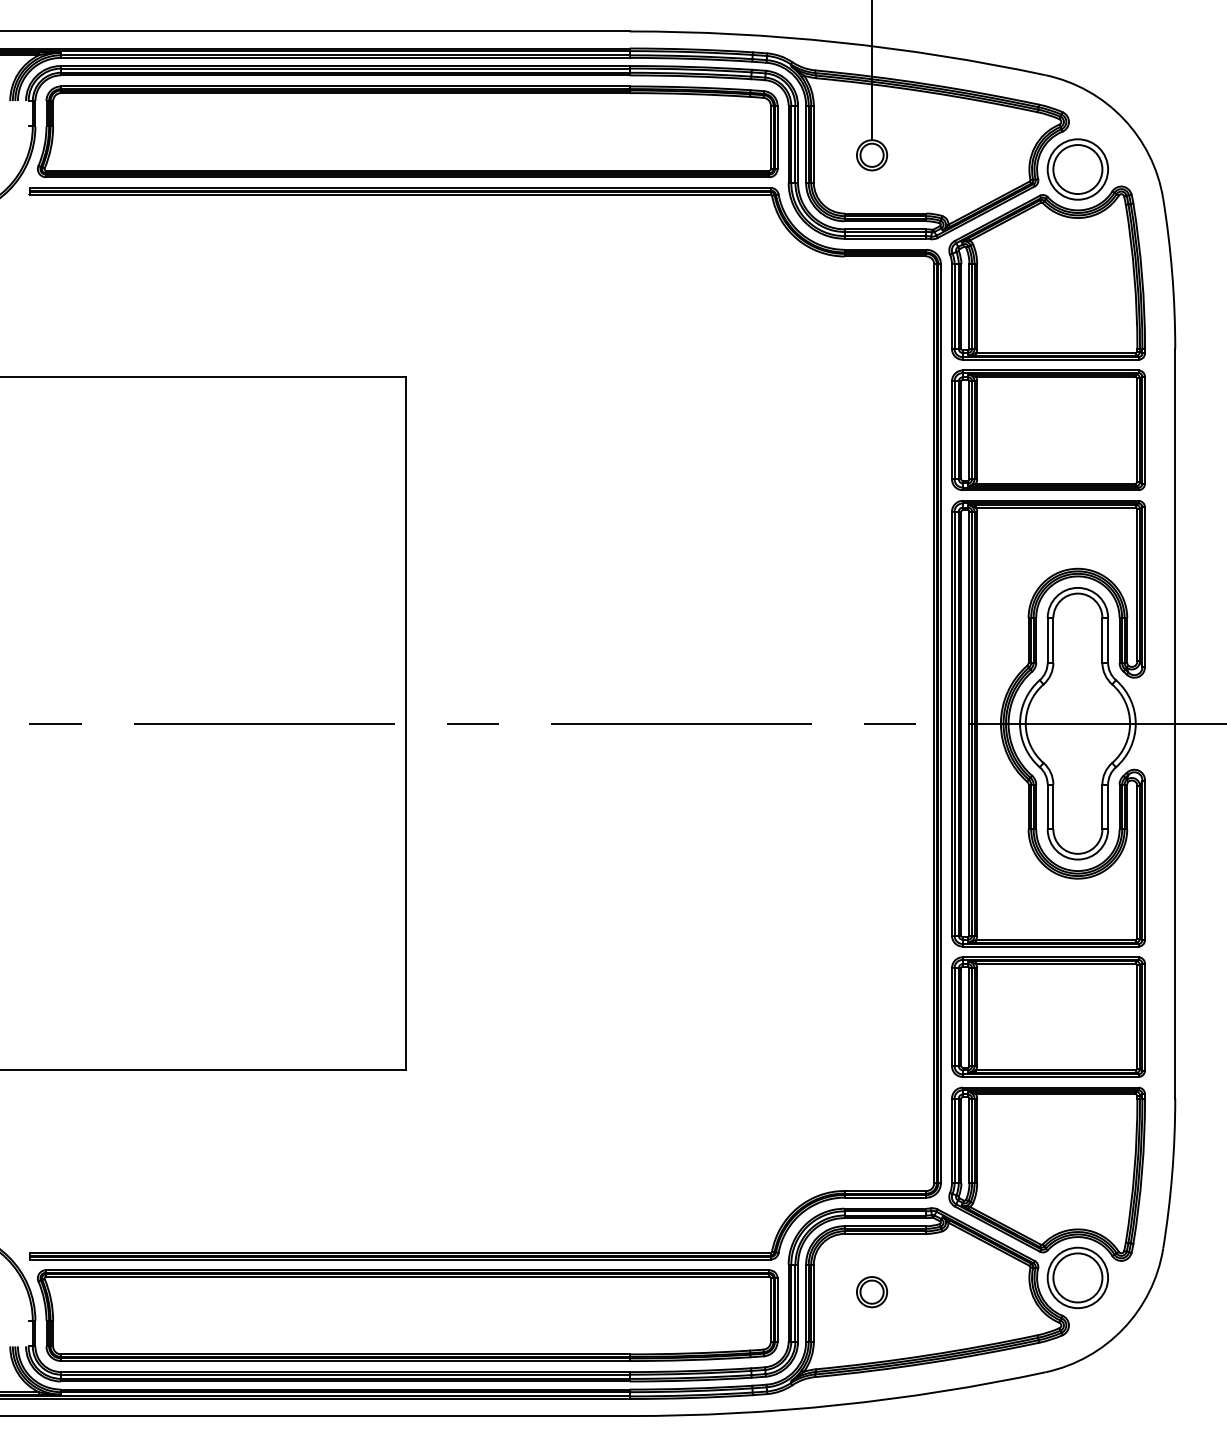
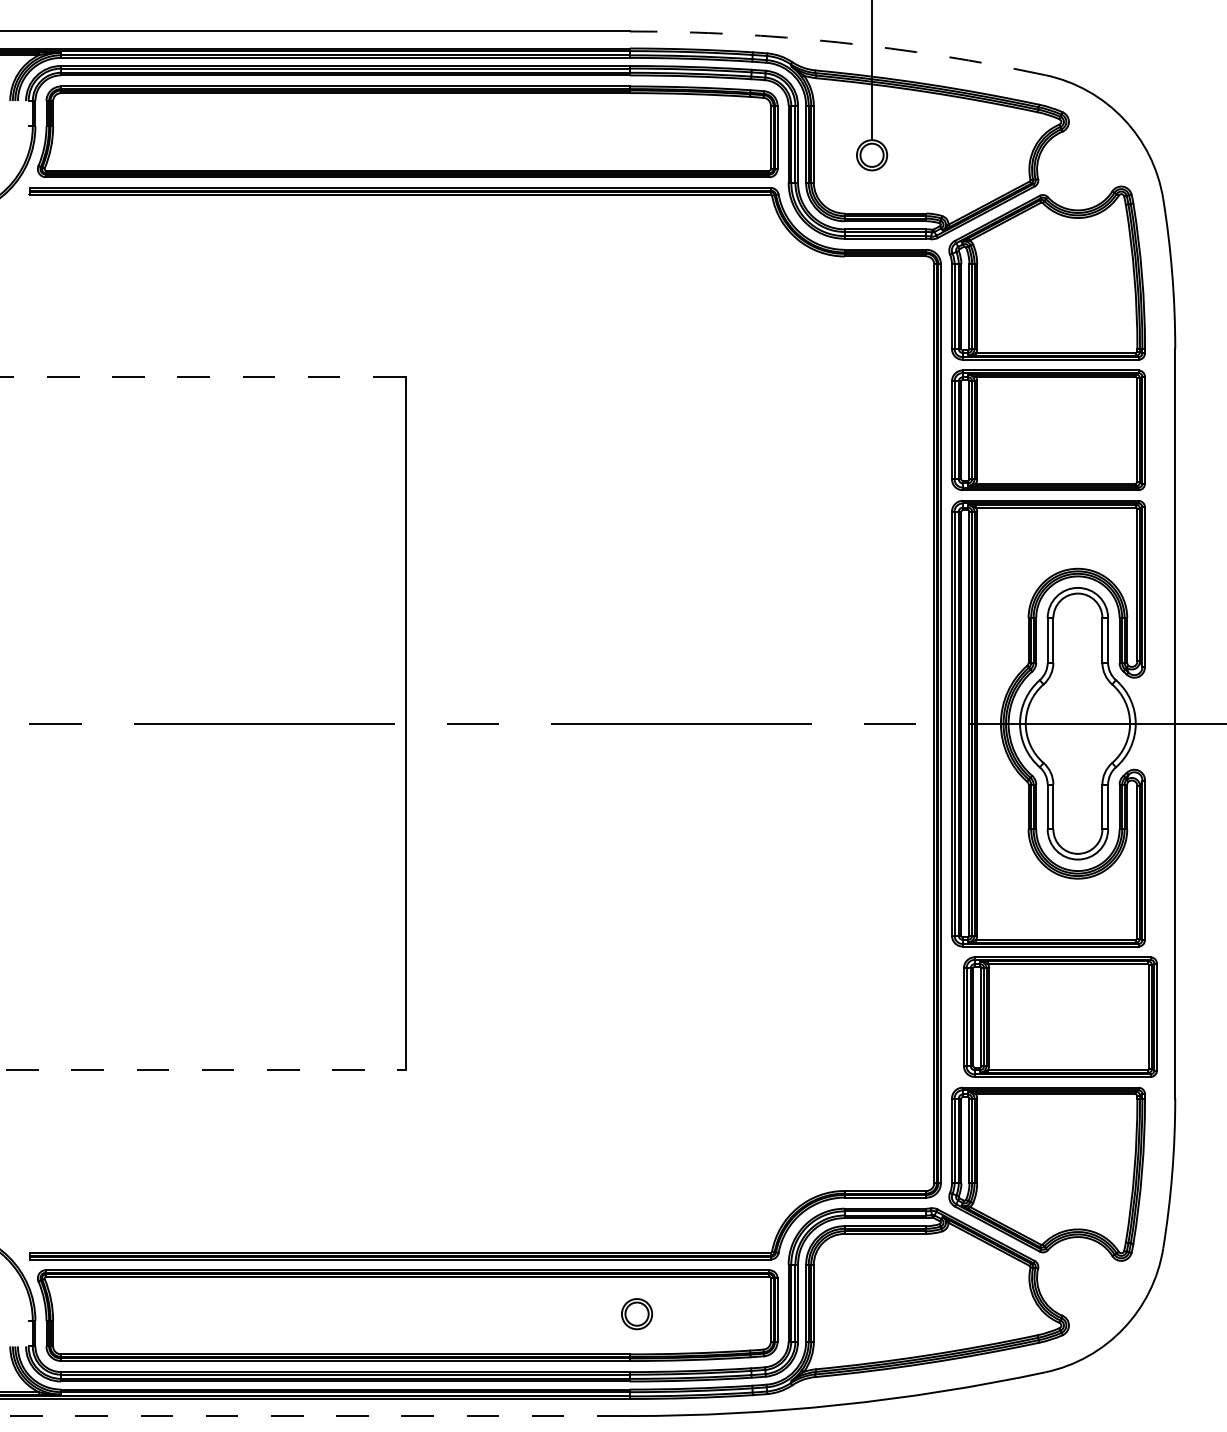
arc at (838, 42): solid -> dashed
part at (1077, 169): present -> none
line at (202, 377): solid -> dashed
part at (1048, 1016) position: (1048, 1016) -> (1060, 1016)
line at (203, 1070): solid -> dashed
part at (1077, 1277): present -> none
part at (872, 1292) position: (872, 1292) -> (637, 1314)
line at (314, 1416): solid -> dashed
